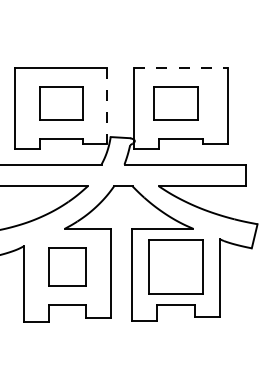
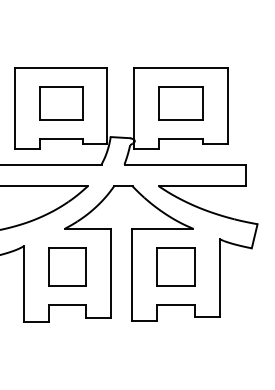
line at (181, 68): dashed -> solid
part at (175, 103) position: (175, 103) -> (180, 103)
line at (107, 106): dashed -> solid
part at (175, 266) size: 56x56 px -> 40x40 px
